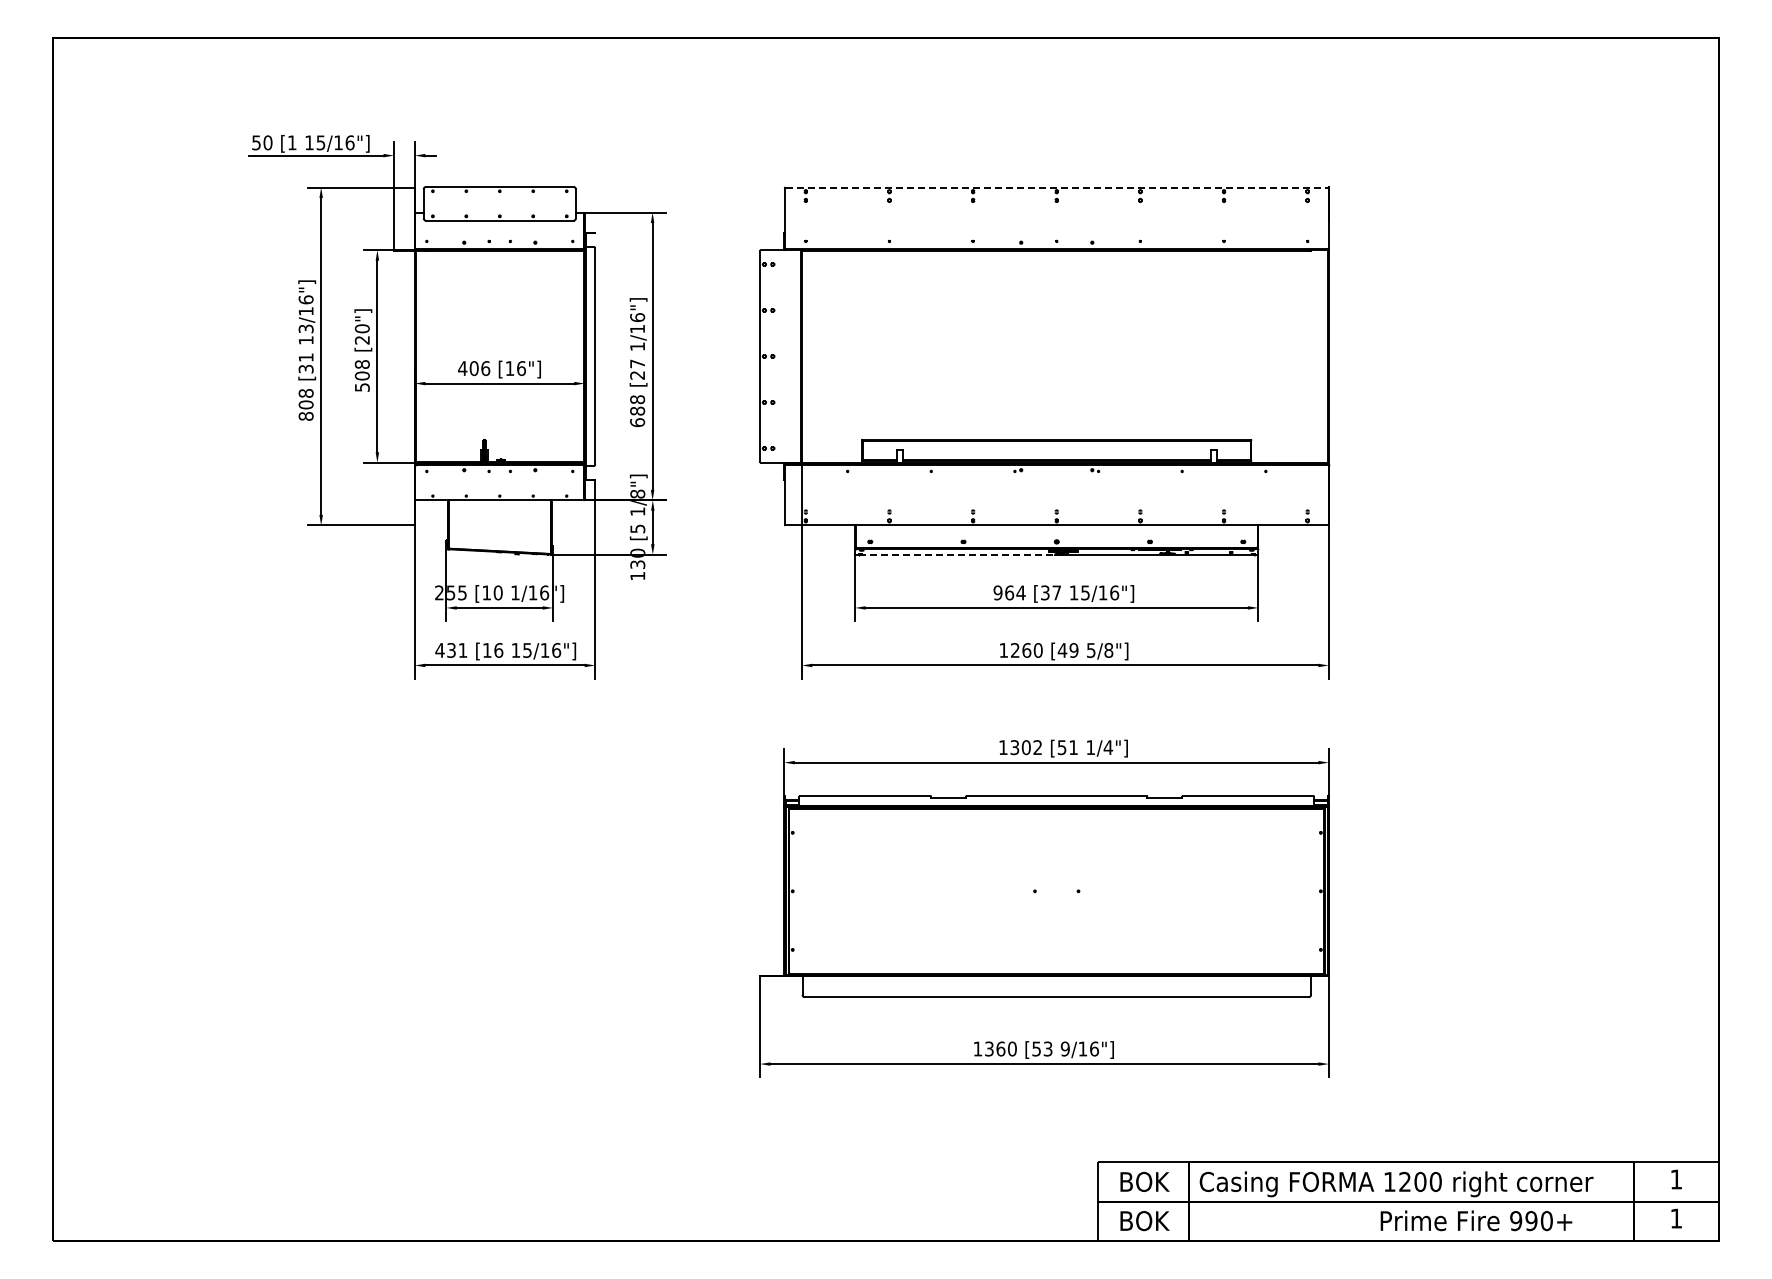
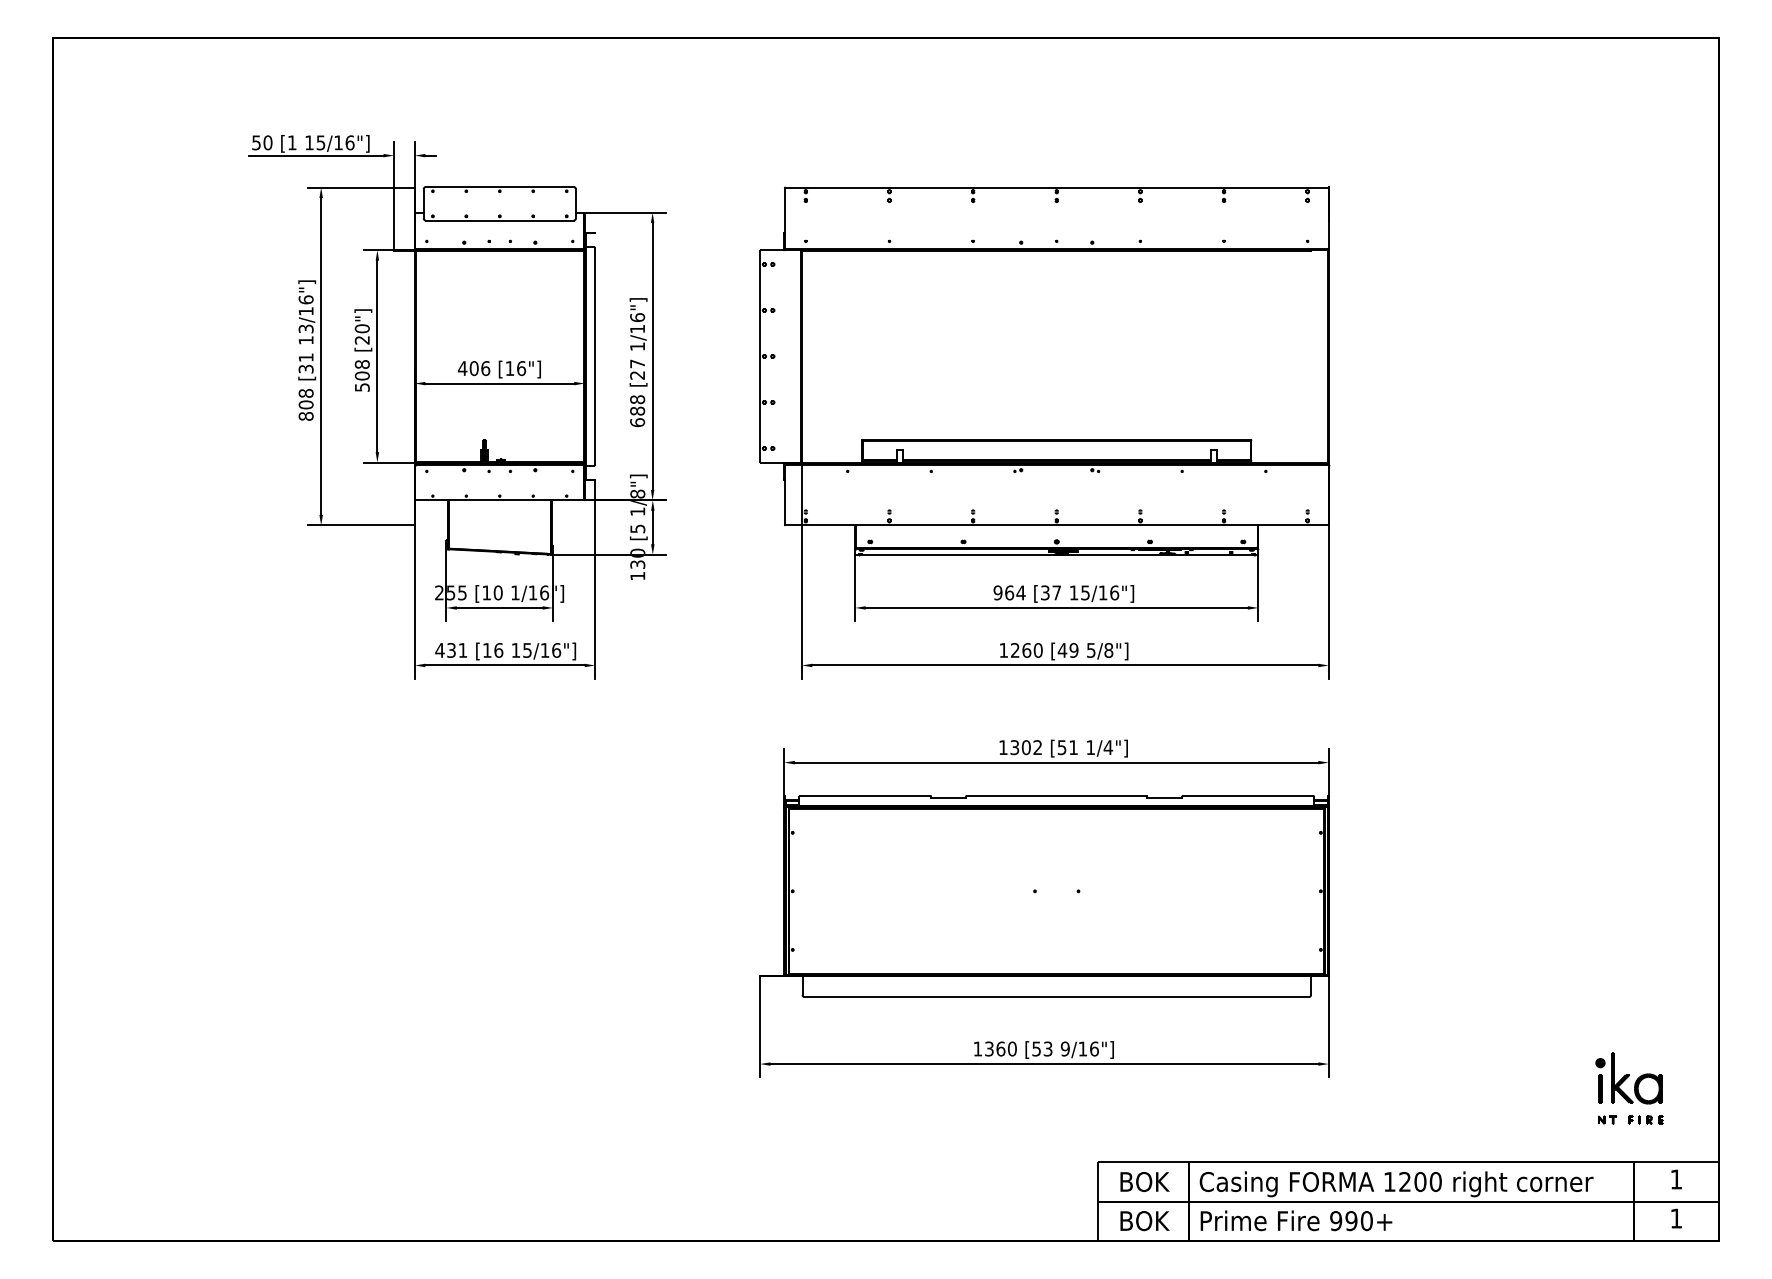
line at (1057, 187): dashed -> solid
line at (957, 554): dashed -> solid
part at (1629, 1088): none -> present
text at (1476, 1220) position: (1476, 1220) -> (1296, 1220)
